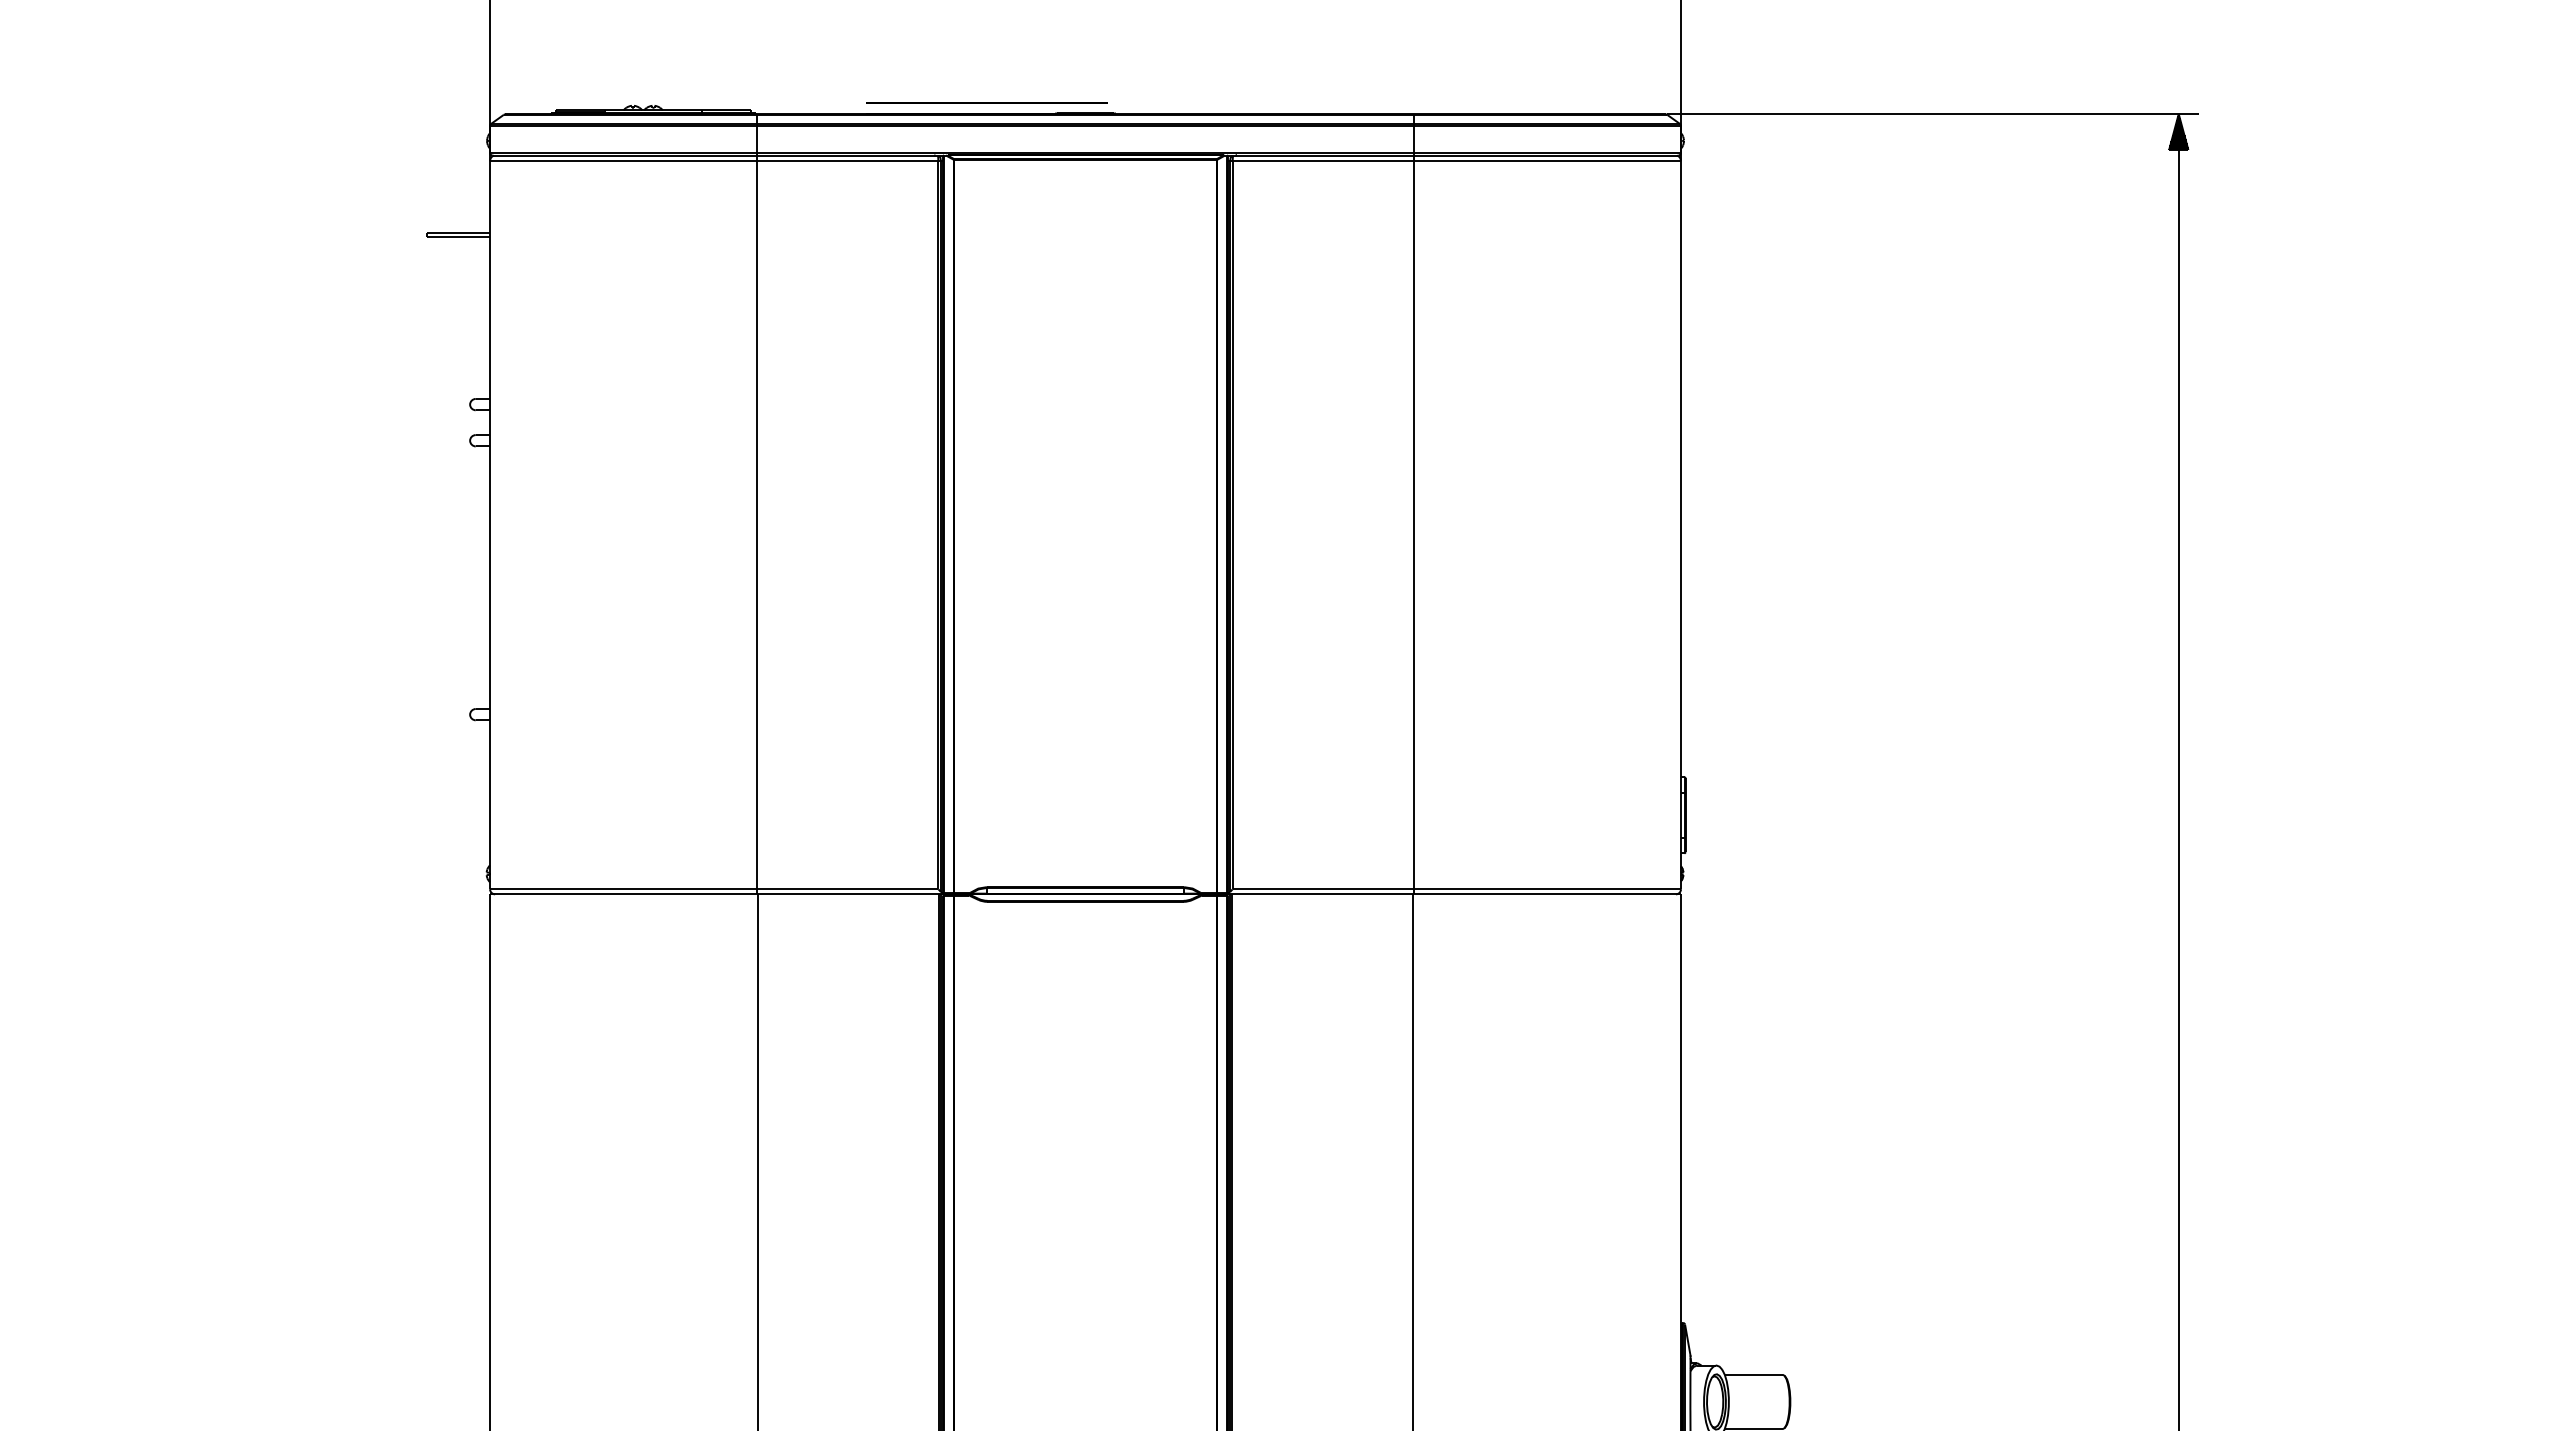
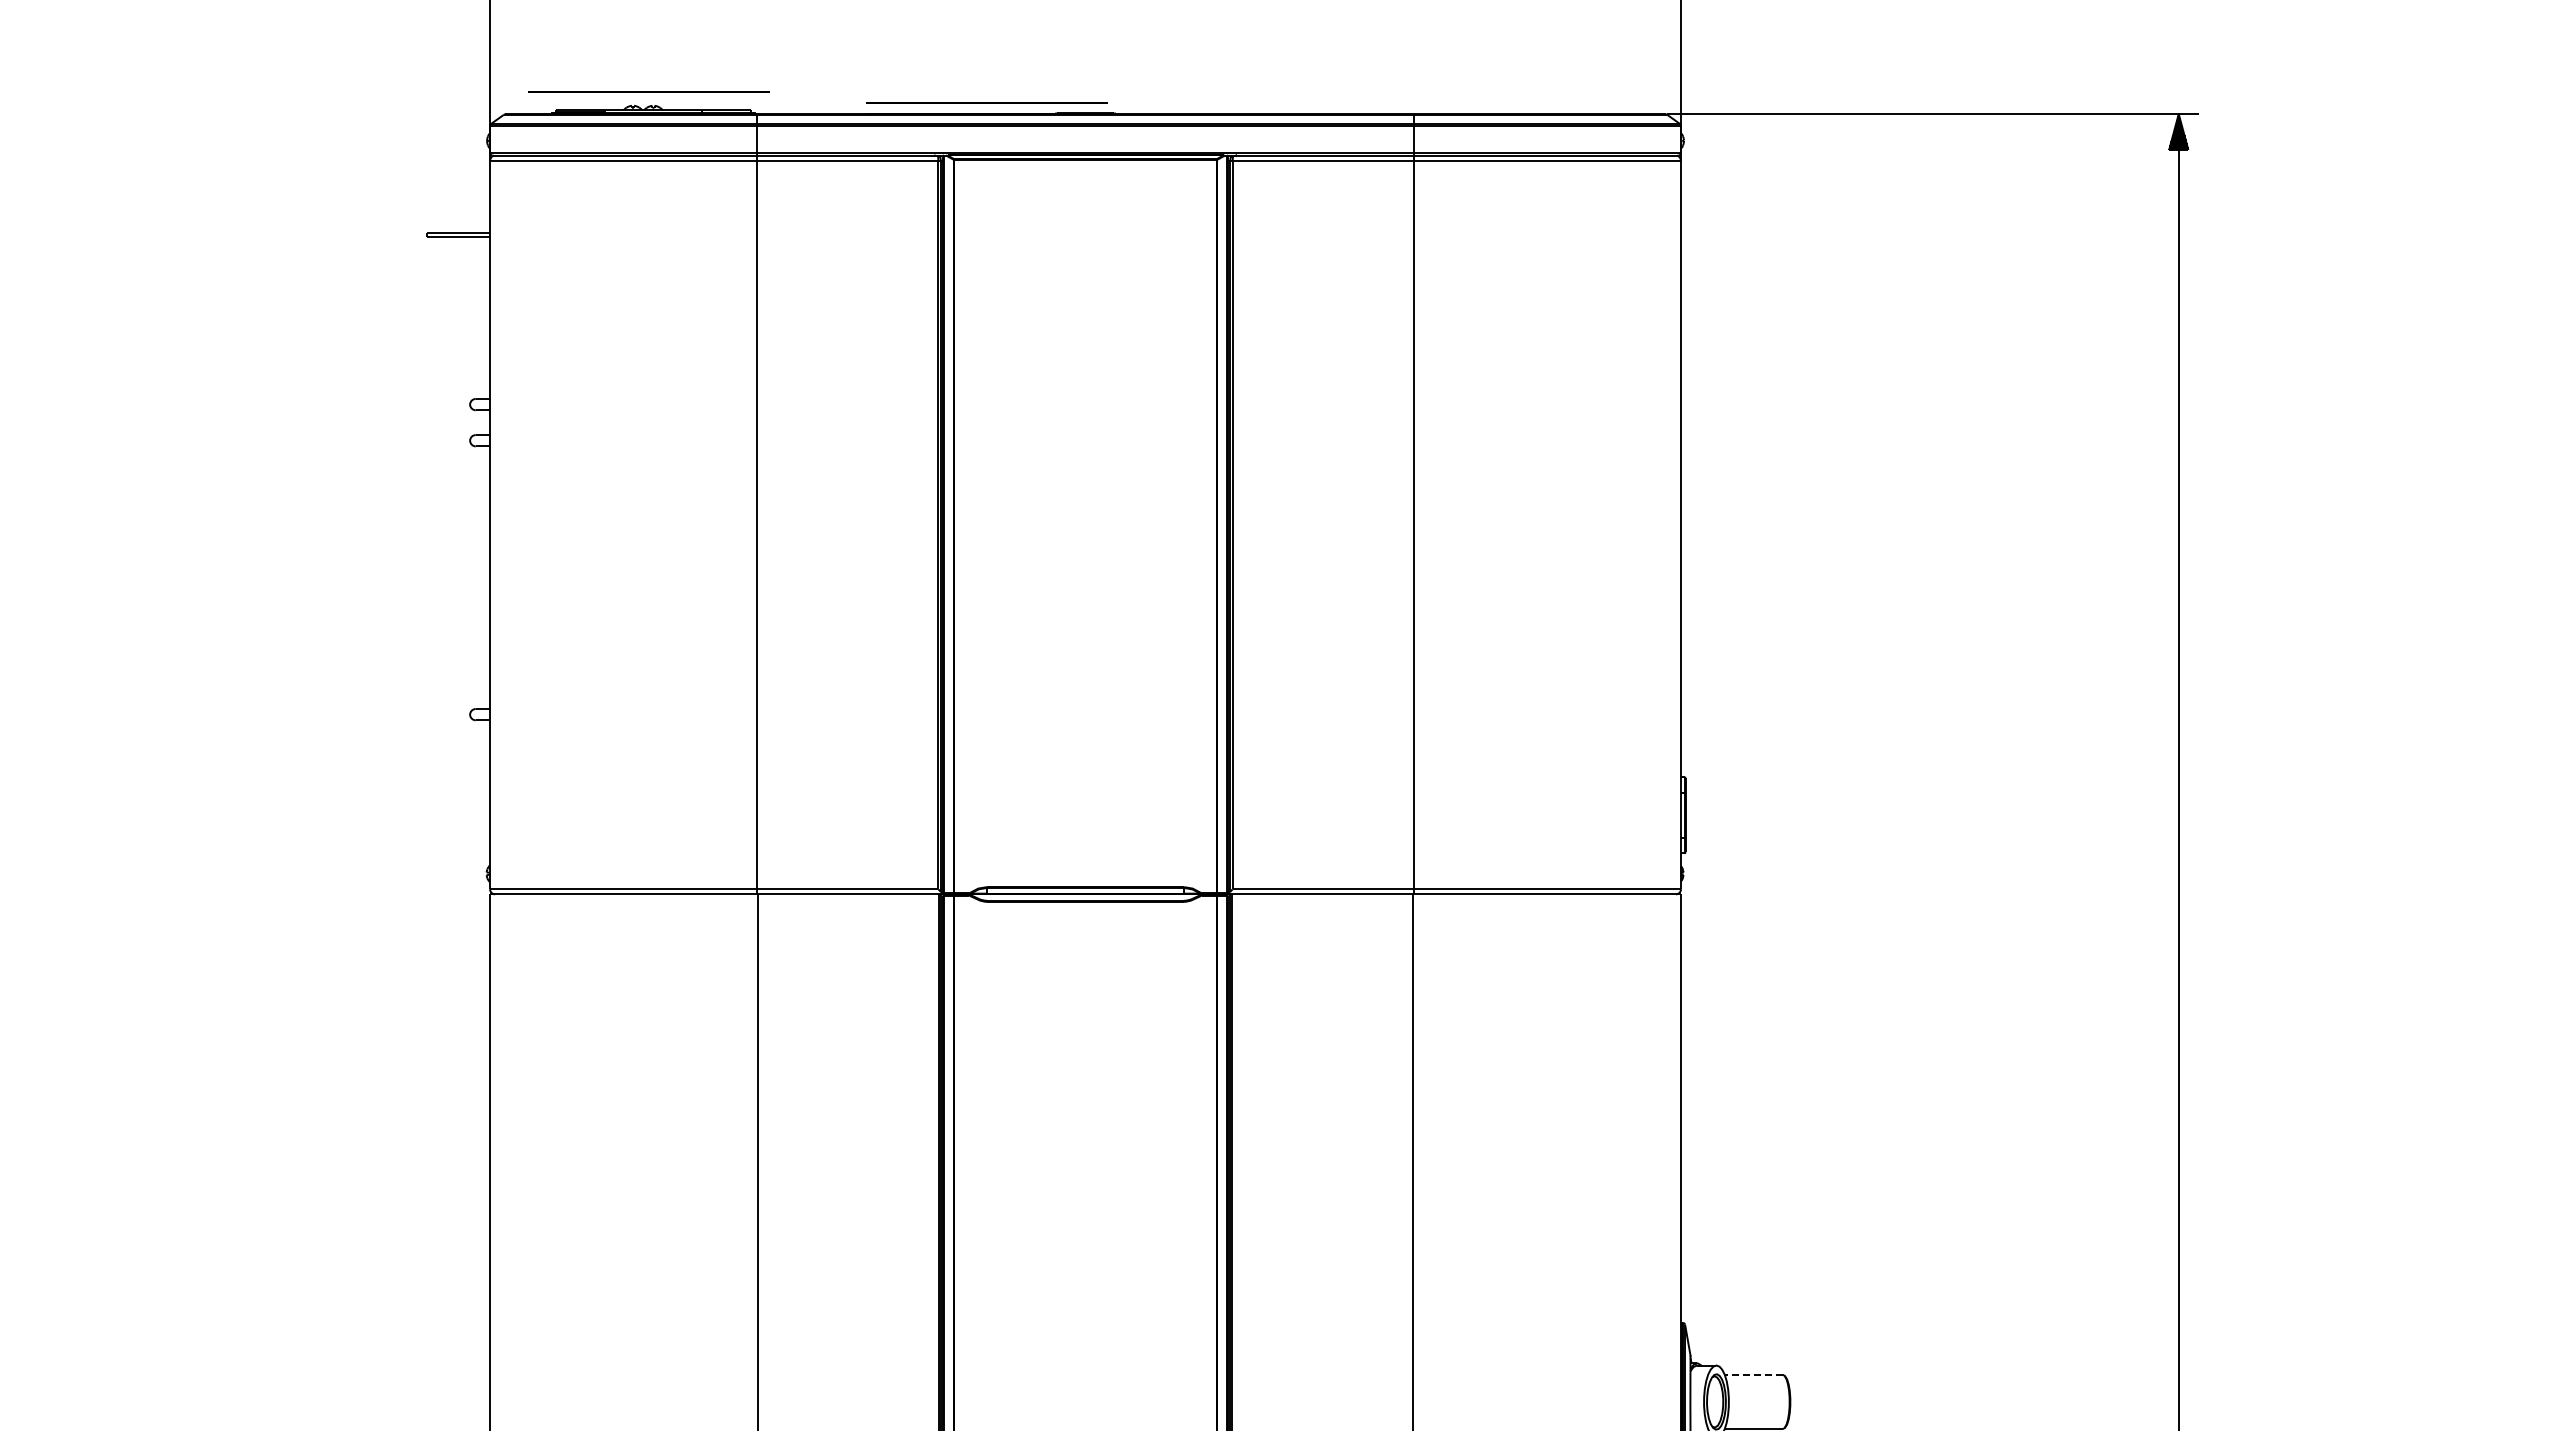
line at (648, 91): none -> present
line at (1753, 1374): solid -> dashed
